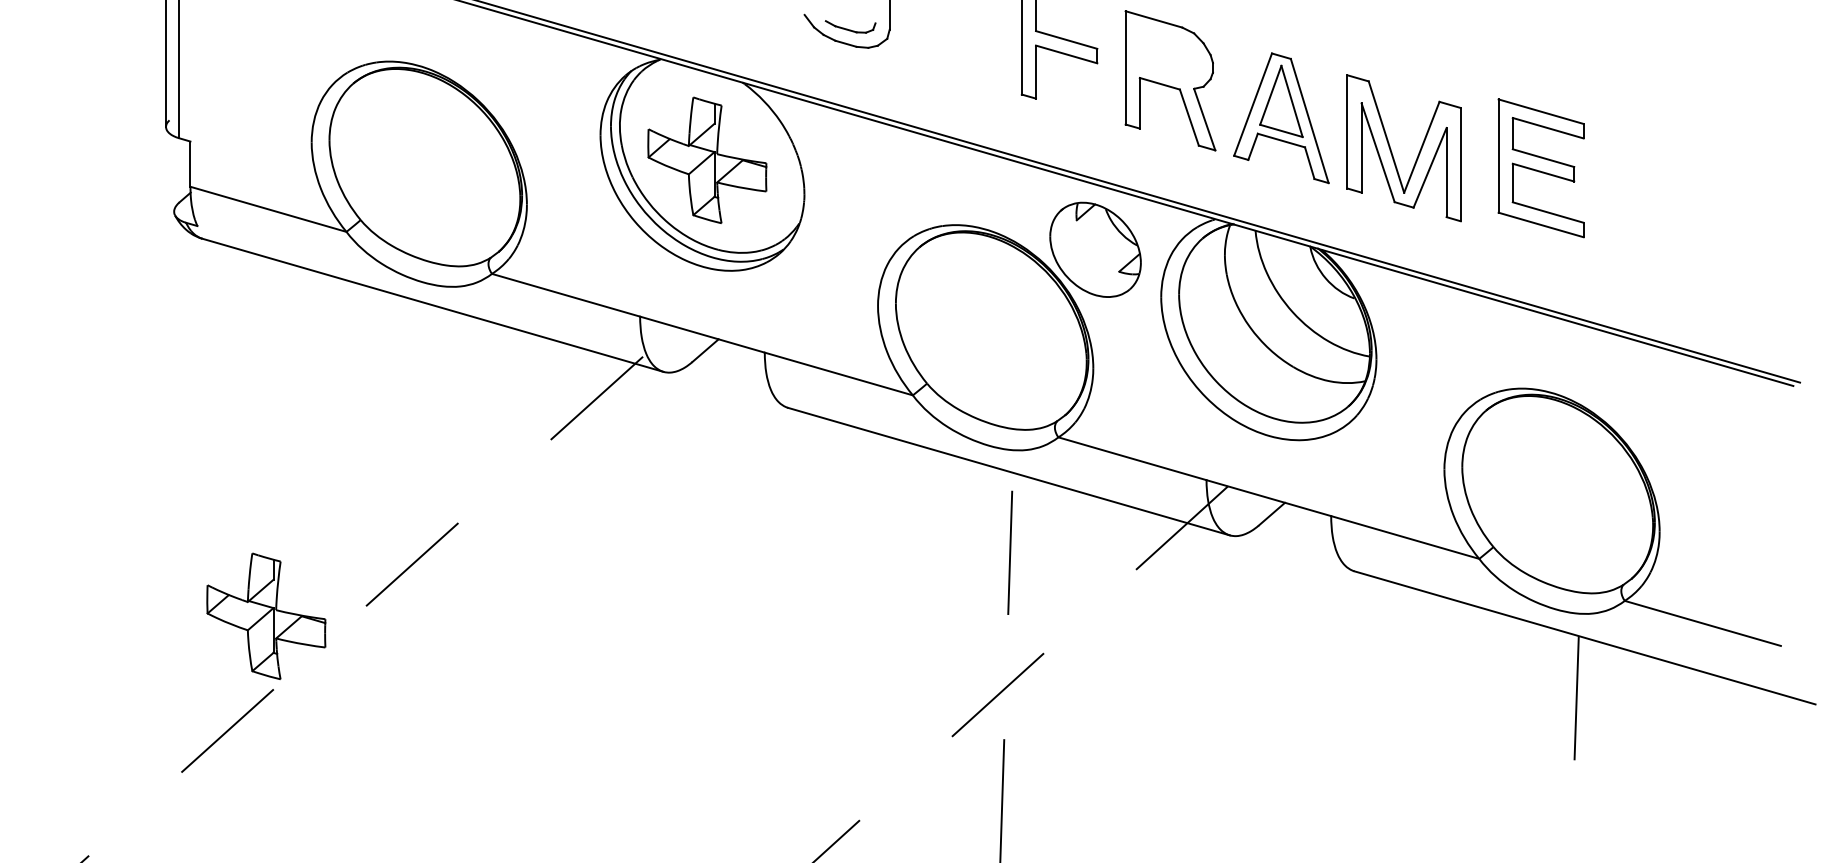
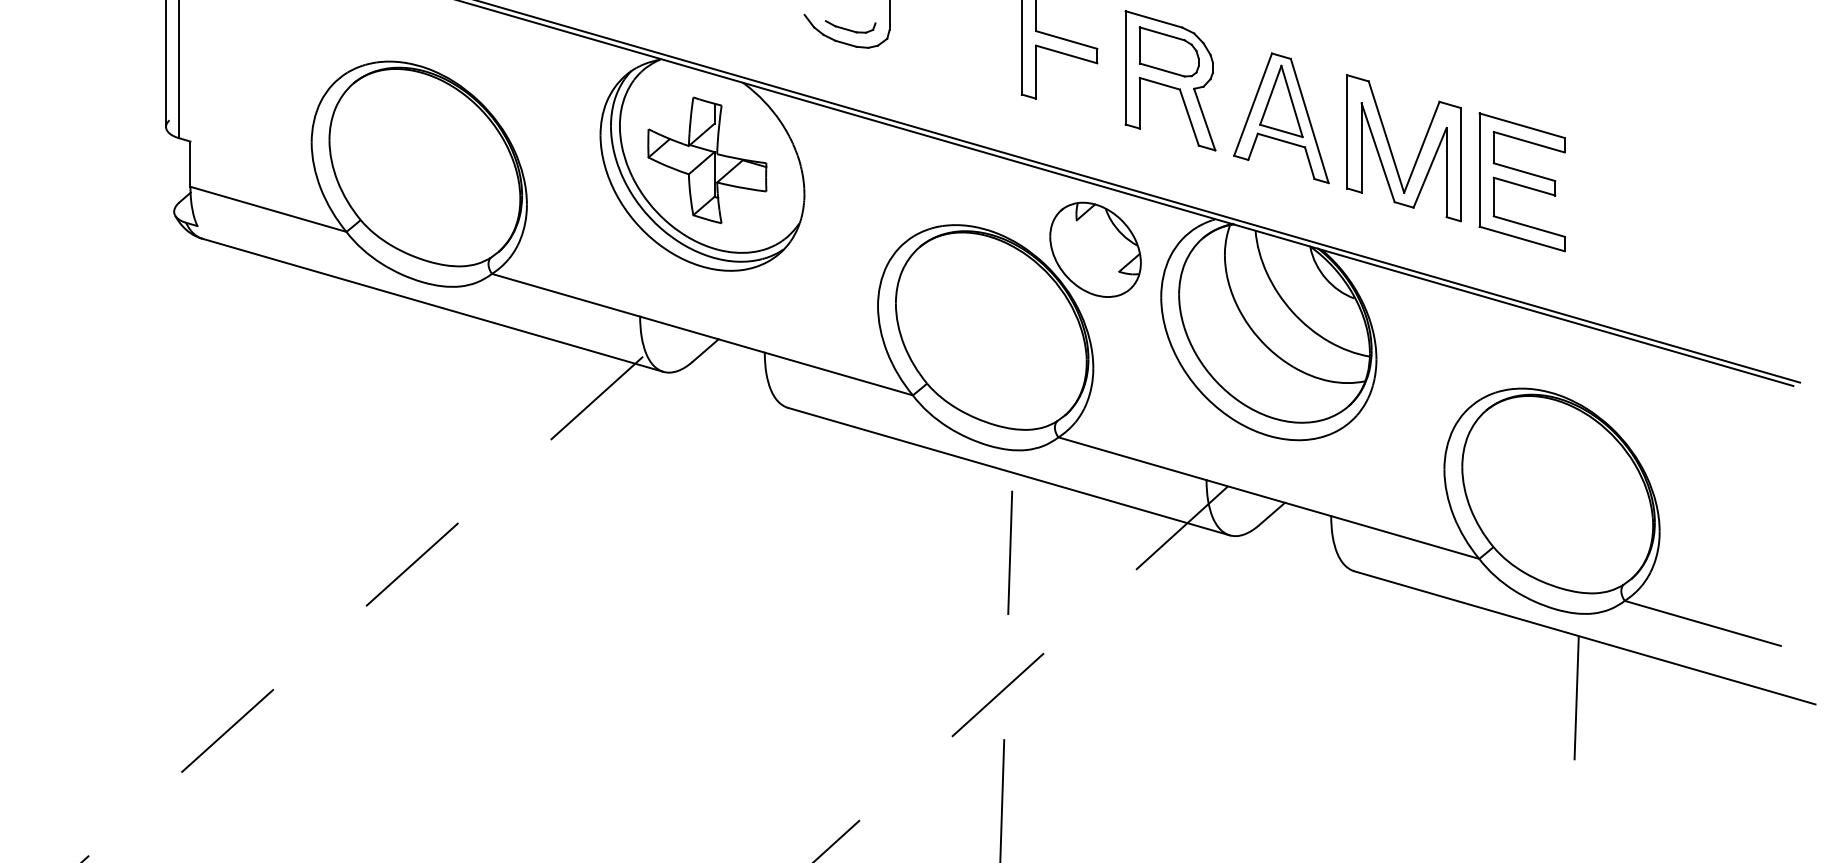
part at (1168, 51): none -> present
part at (1540, 168) position: (1540, 168) -> (1521, 182)
part at (266, 615): present -> none
